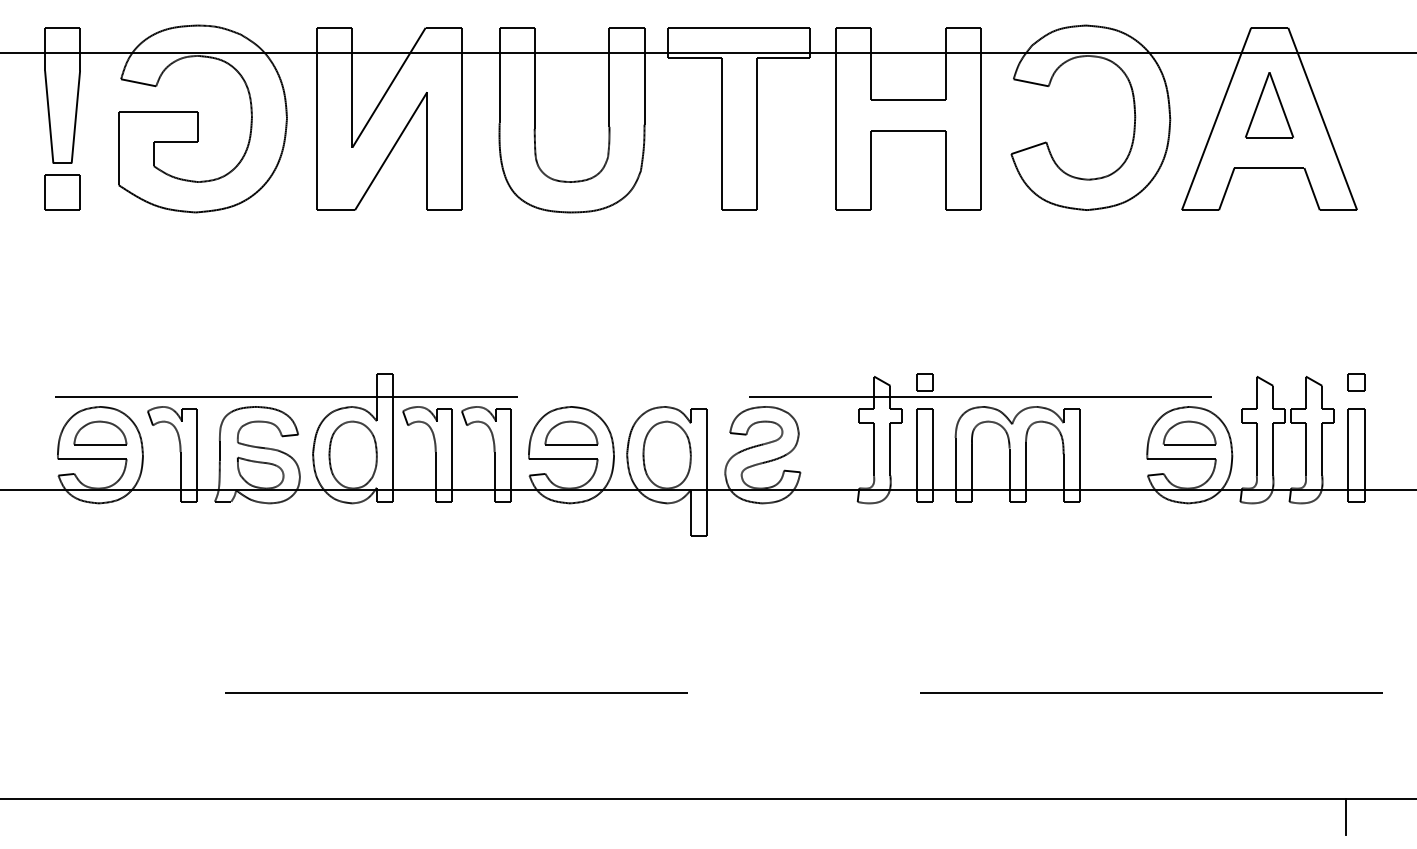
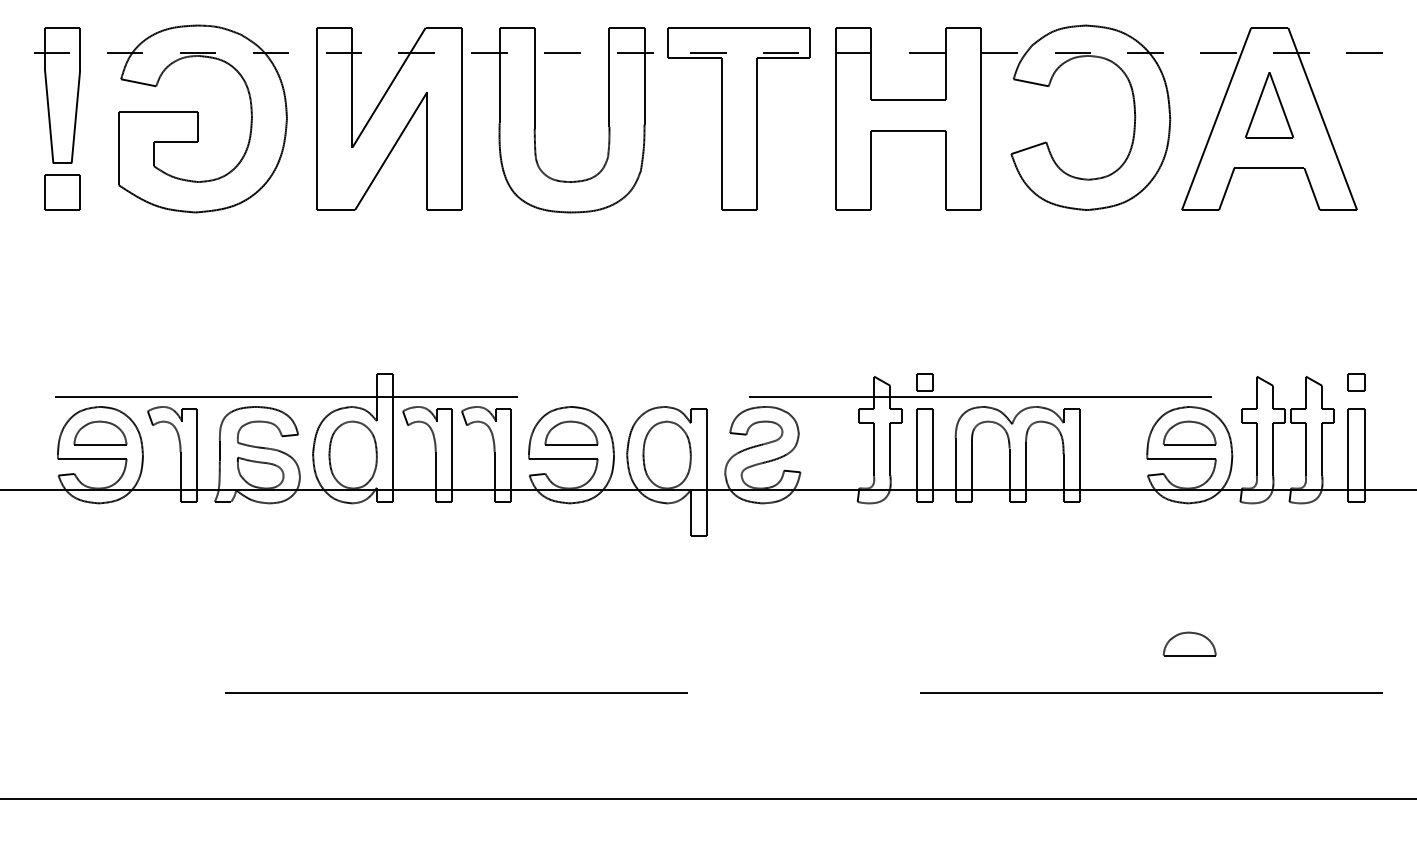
line at (709, 53): solid -> dashed
part at (1189, 643): none -> present
line at (1346, 816): present -> none
